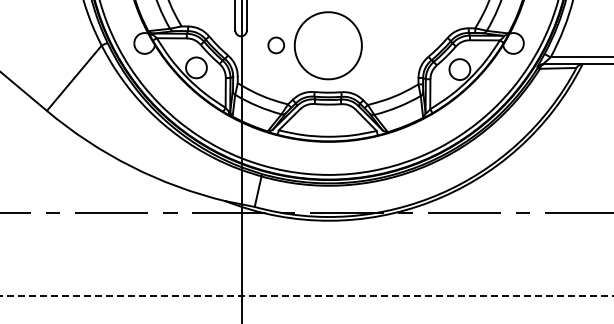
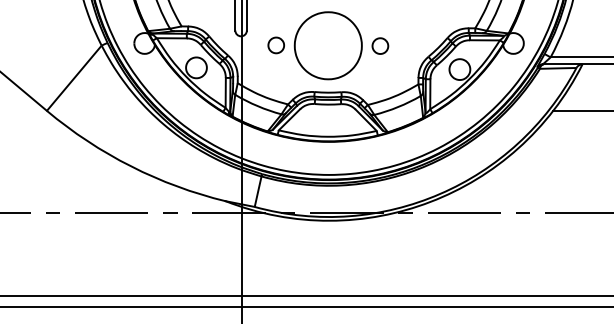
part at (380, 45): none -> present
line at (581, 110): none -> present
line at (306, 295): dashed -> solid
line at (306, 307): none -> present
